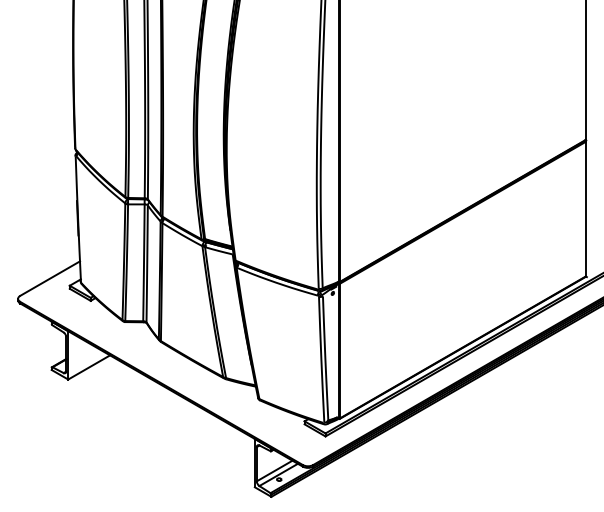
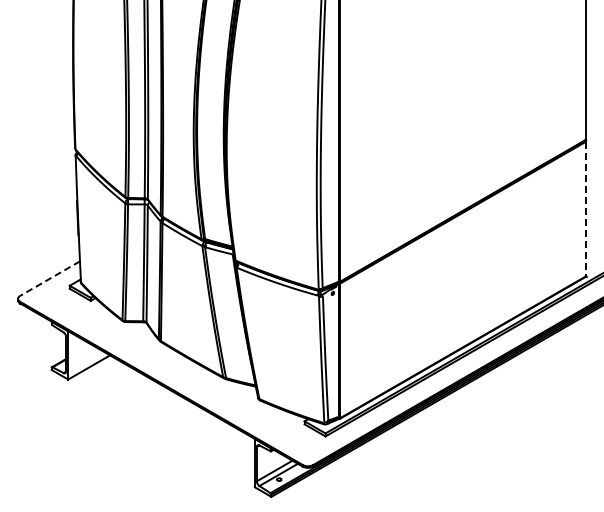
line at (585, 209): solid -> dashed
line at (50, 278): solid -> dashed
